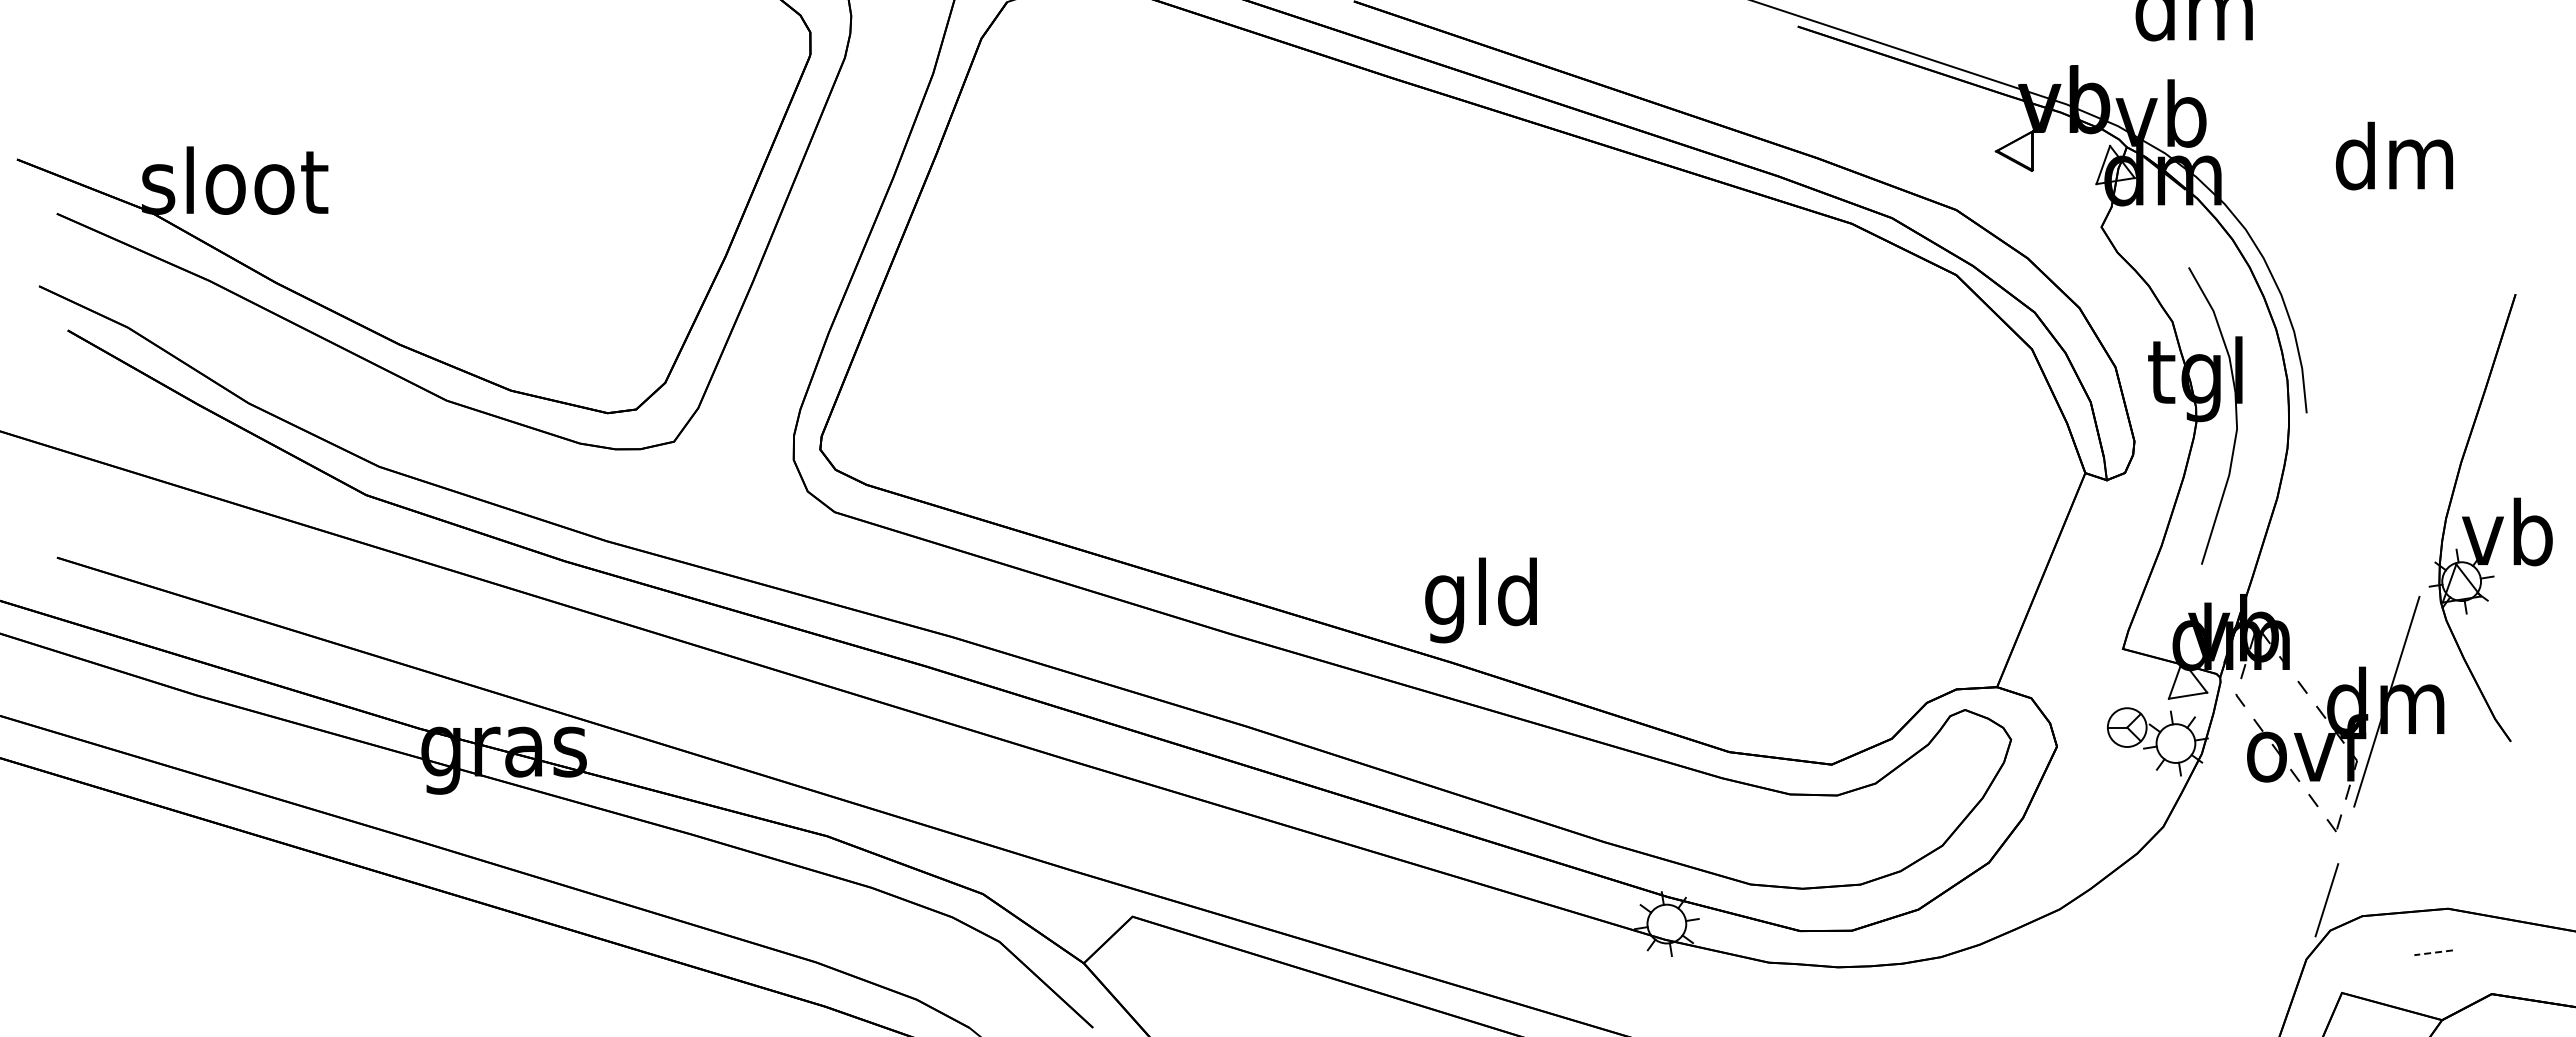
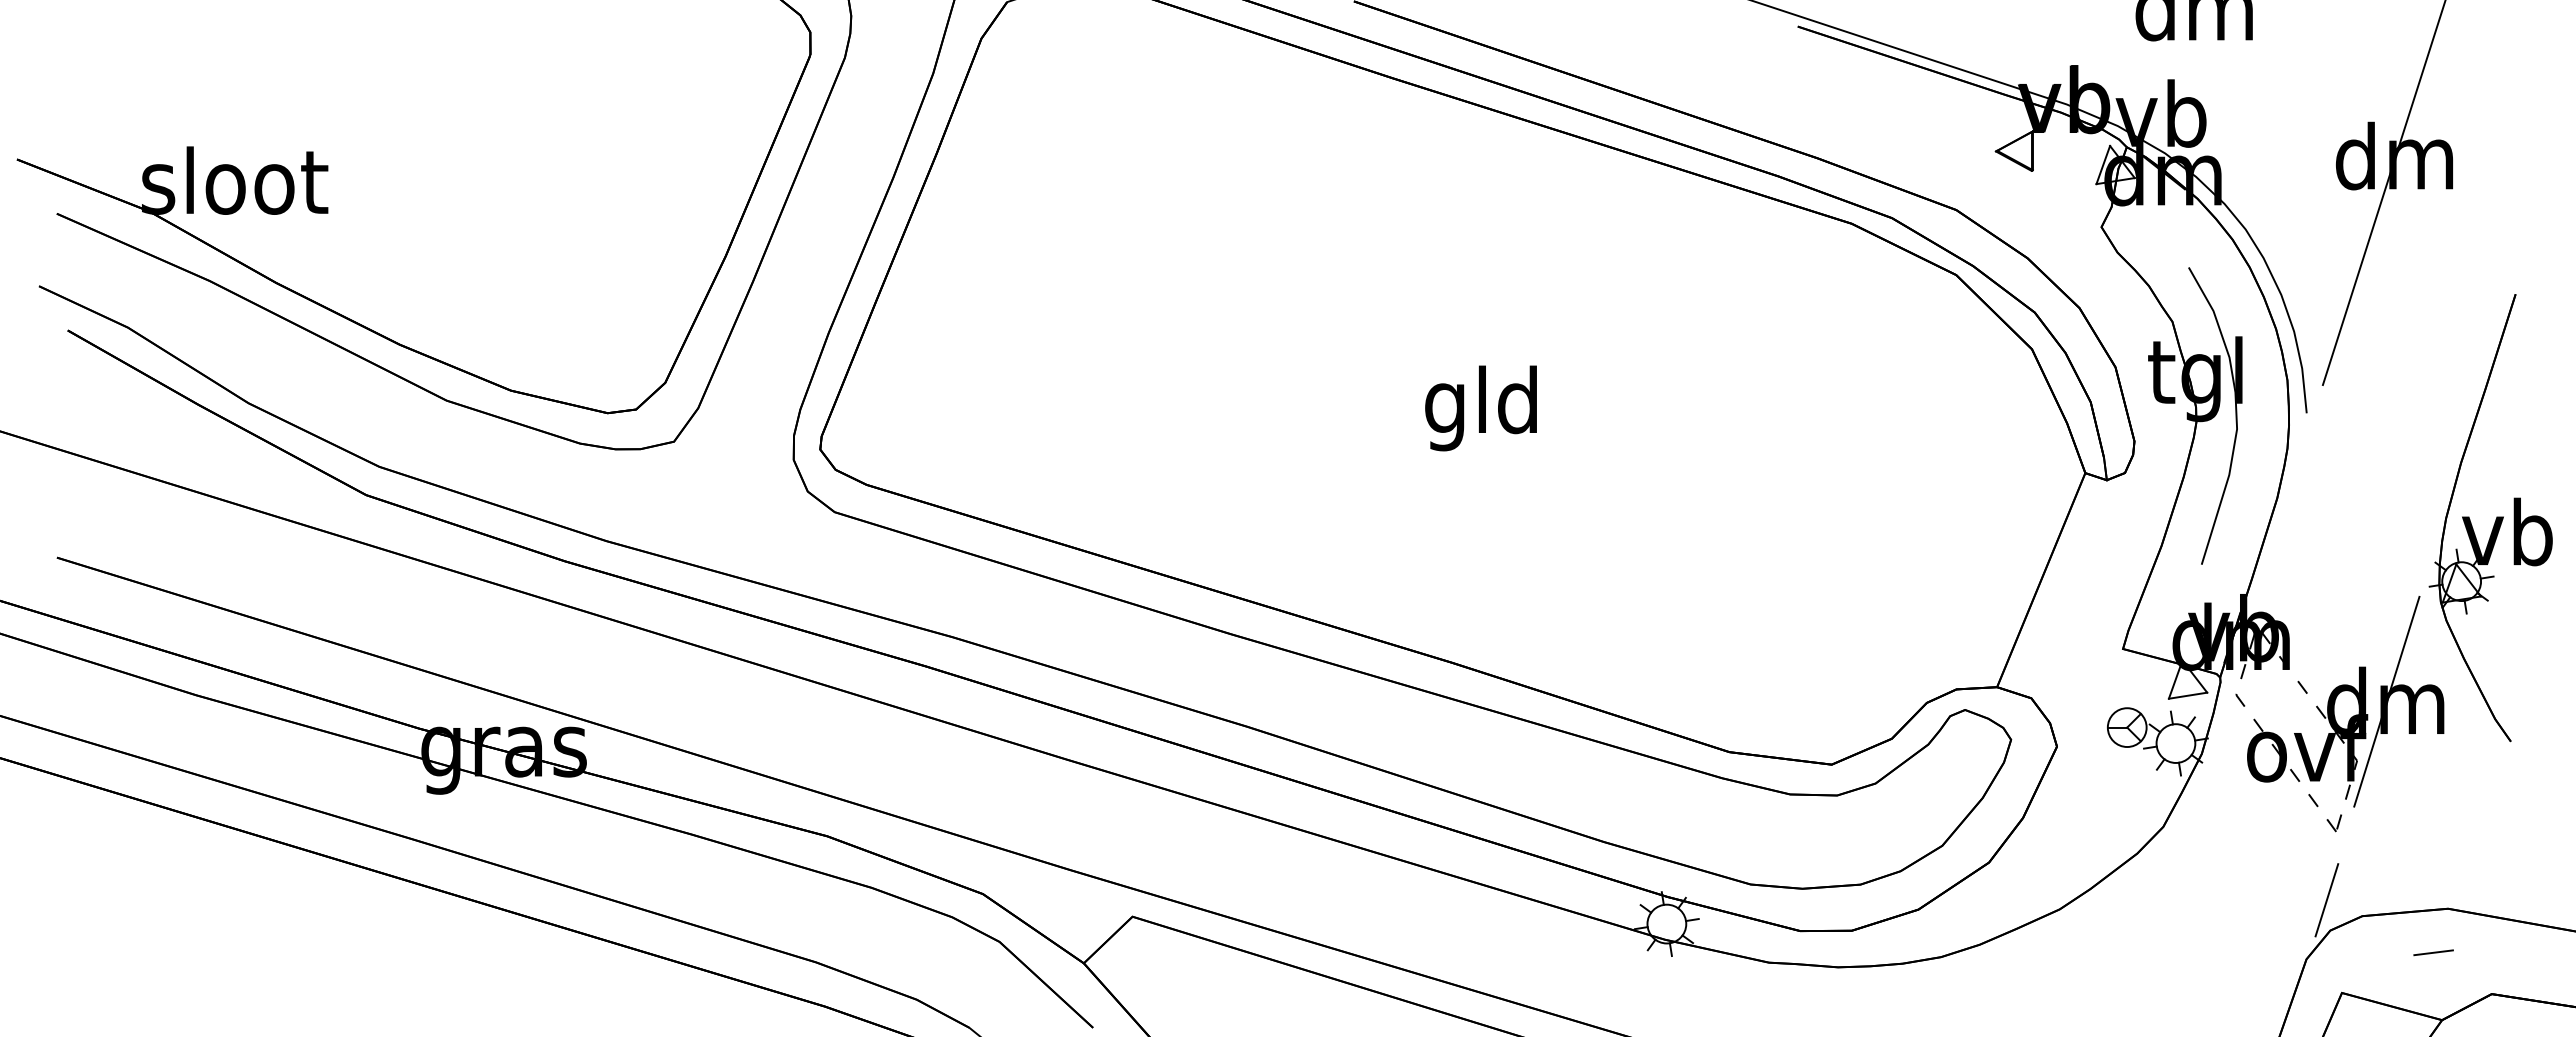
line at (2383, 193): none -> present
text at (1480, 600) position: (1480, 600) -> (1480, 408)
line at (2433, 952): dashed -> solid
